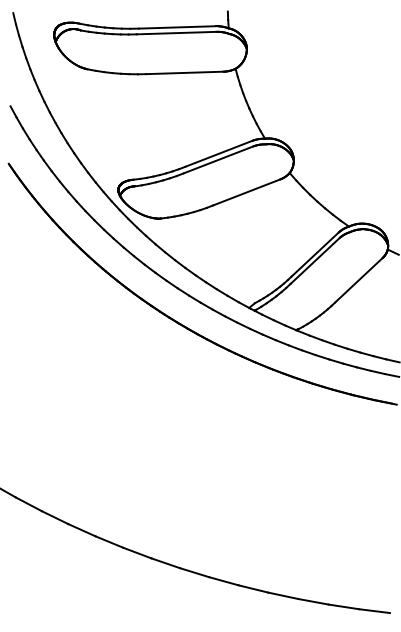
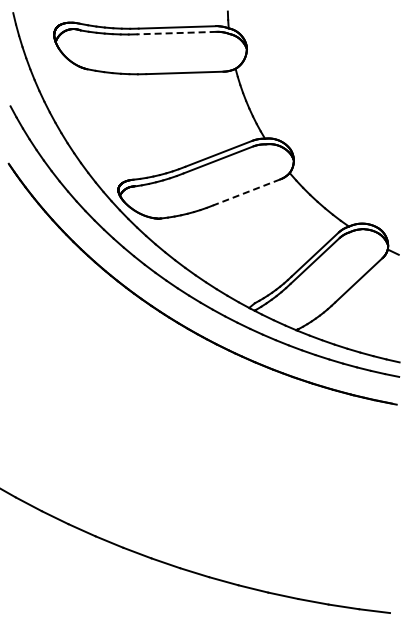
line at (176, 33): solid -> dashed
line at (246, 192): solid -> dashed
